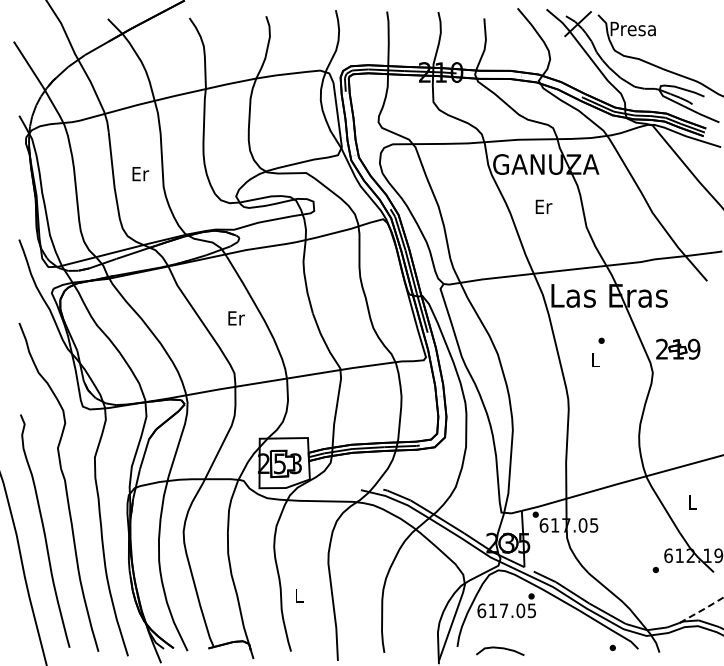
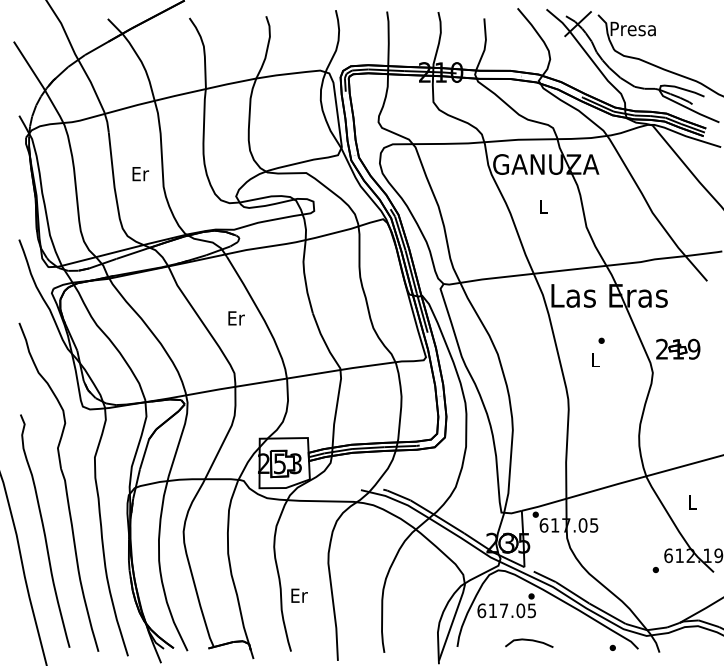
text at (543, 206): Er -> L
text at (299, 595): L -> Er
line at (702, 609): dashed -> solid
curve at (501, 649) position: (501, 649) -> (530, 641)
